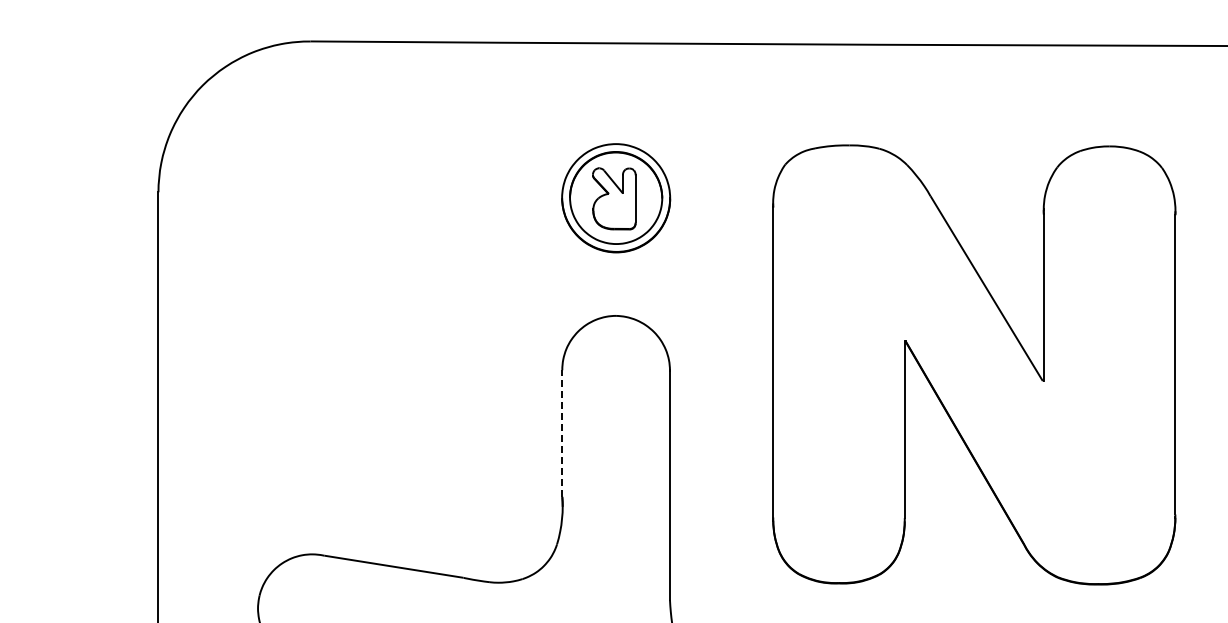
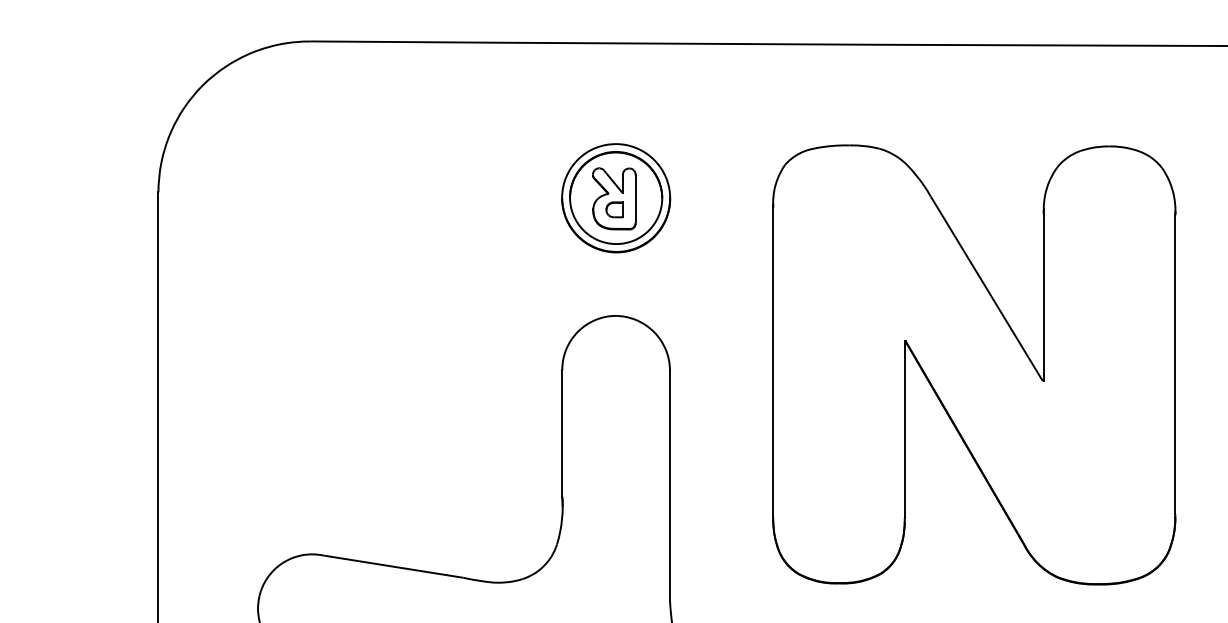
part at (614, 209): none -> present
line at (562, 433): dashed -> solid
